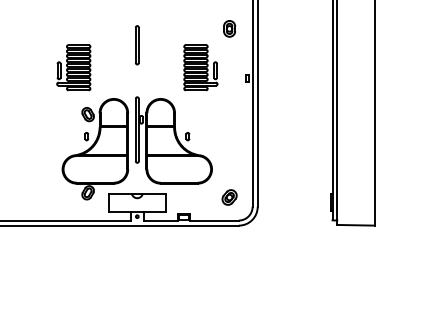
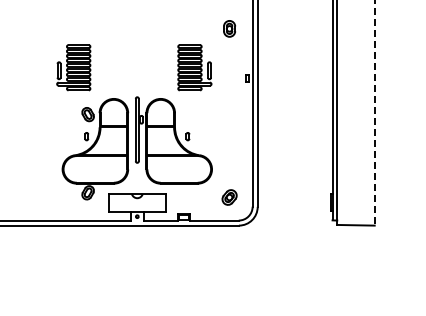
line at (136, 45): present -> none
part at (200, 67) position: (200, 67) -> (194, 67)
line at (374, 113): solid -> dashed
